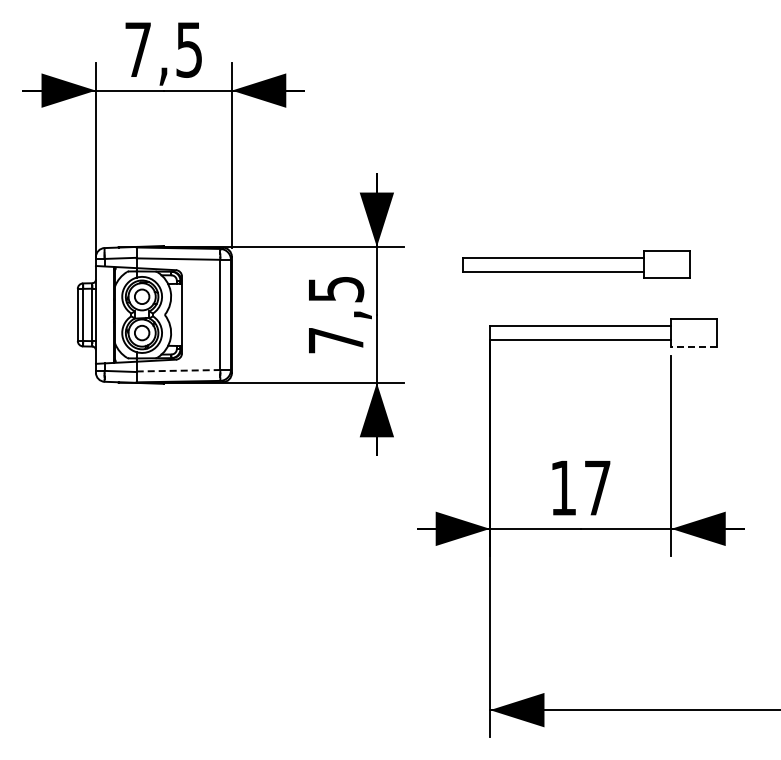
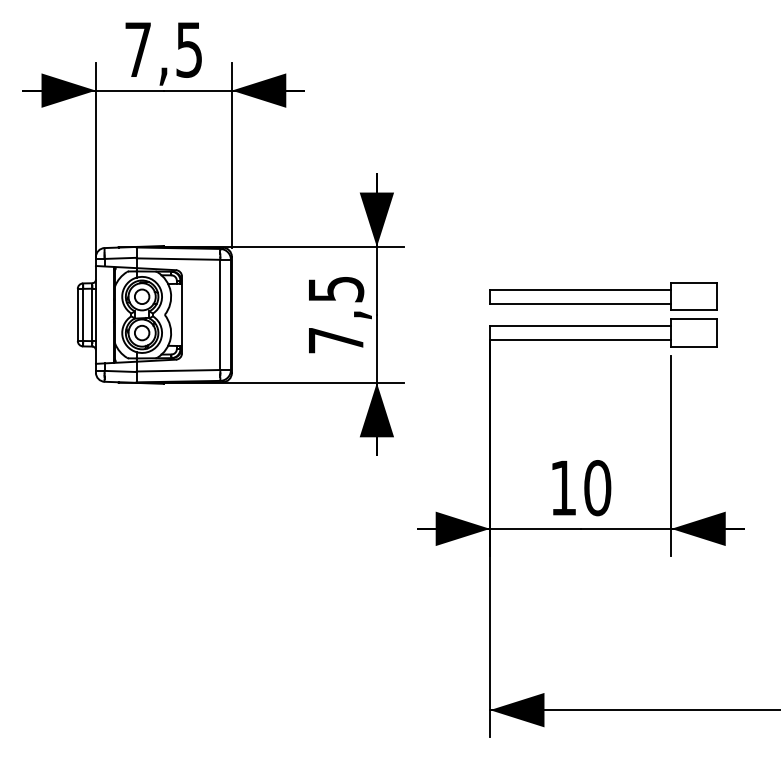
part at (576, 264) position: (576, 264) -> (603, 296)
line at (694, 346): dashed -> solid
line at (178, 370): dashed -> solid
text at (597, 488): 17 -> 10
